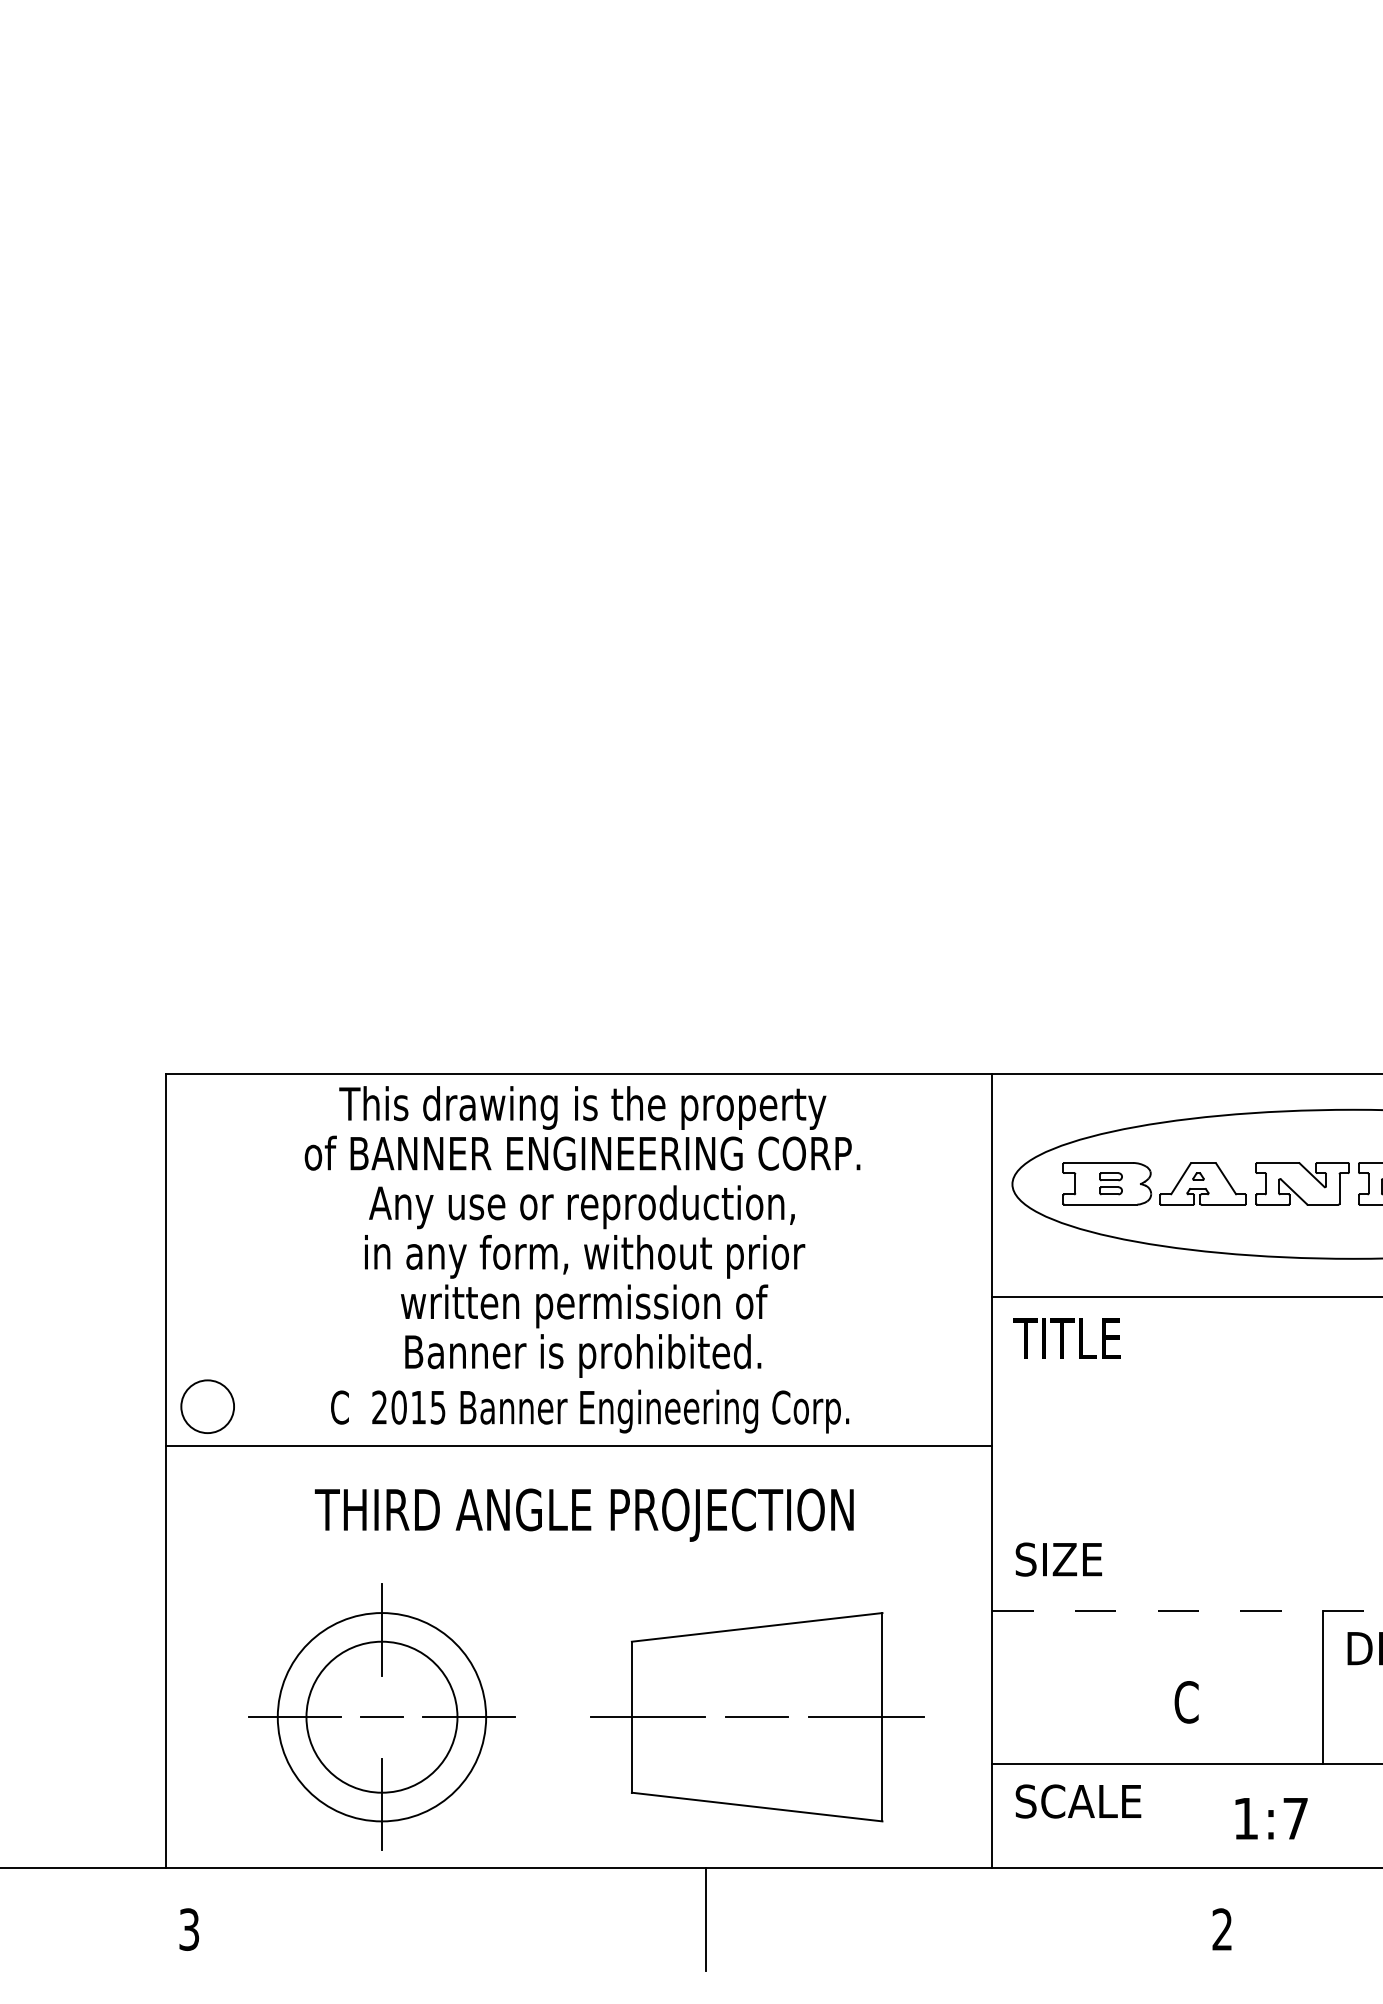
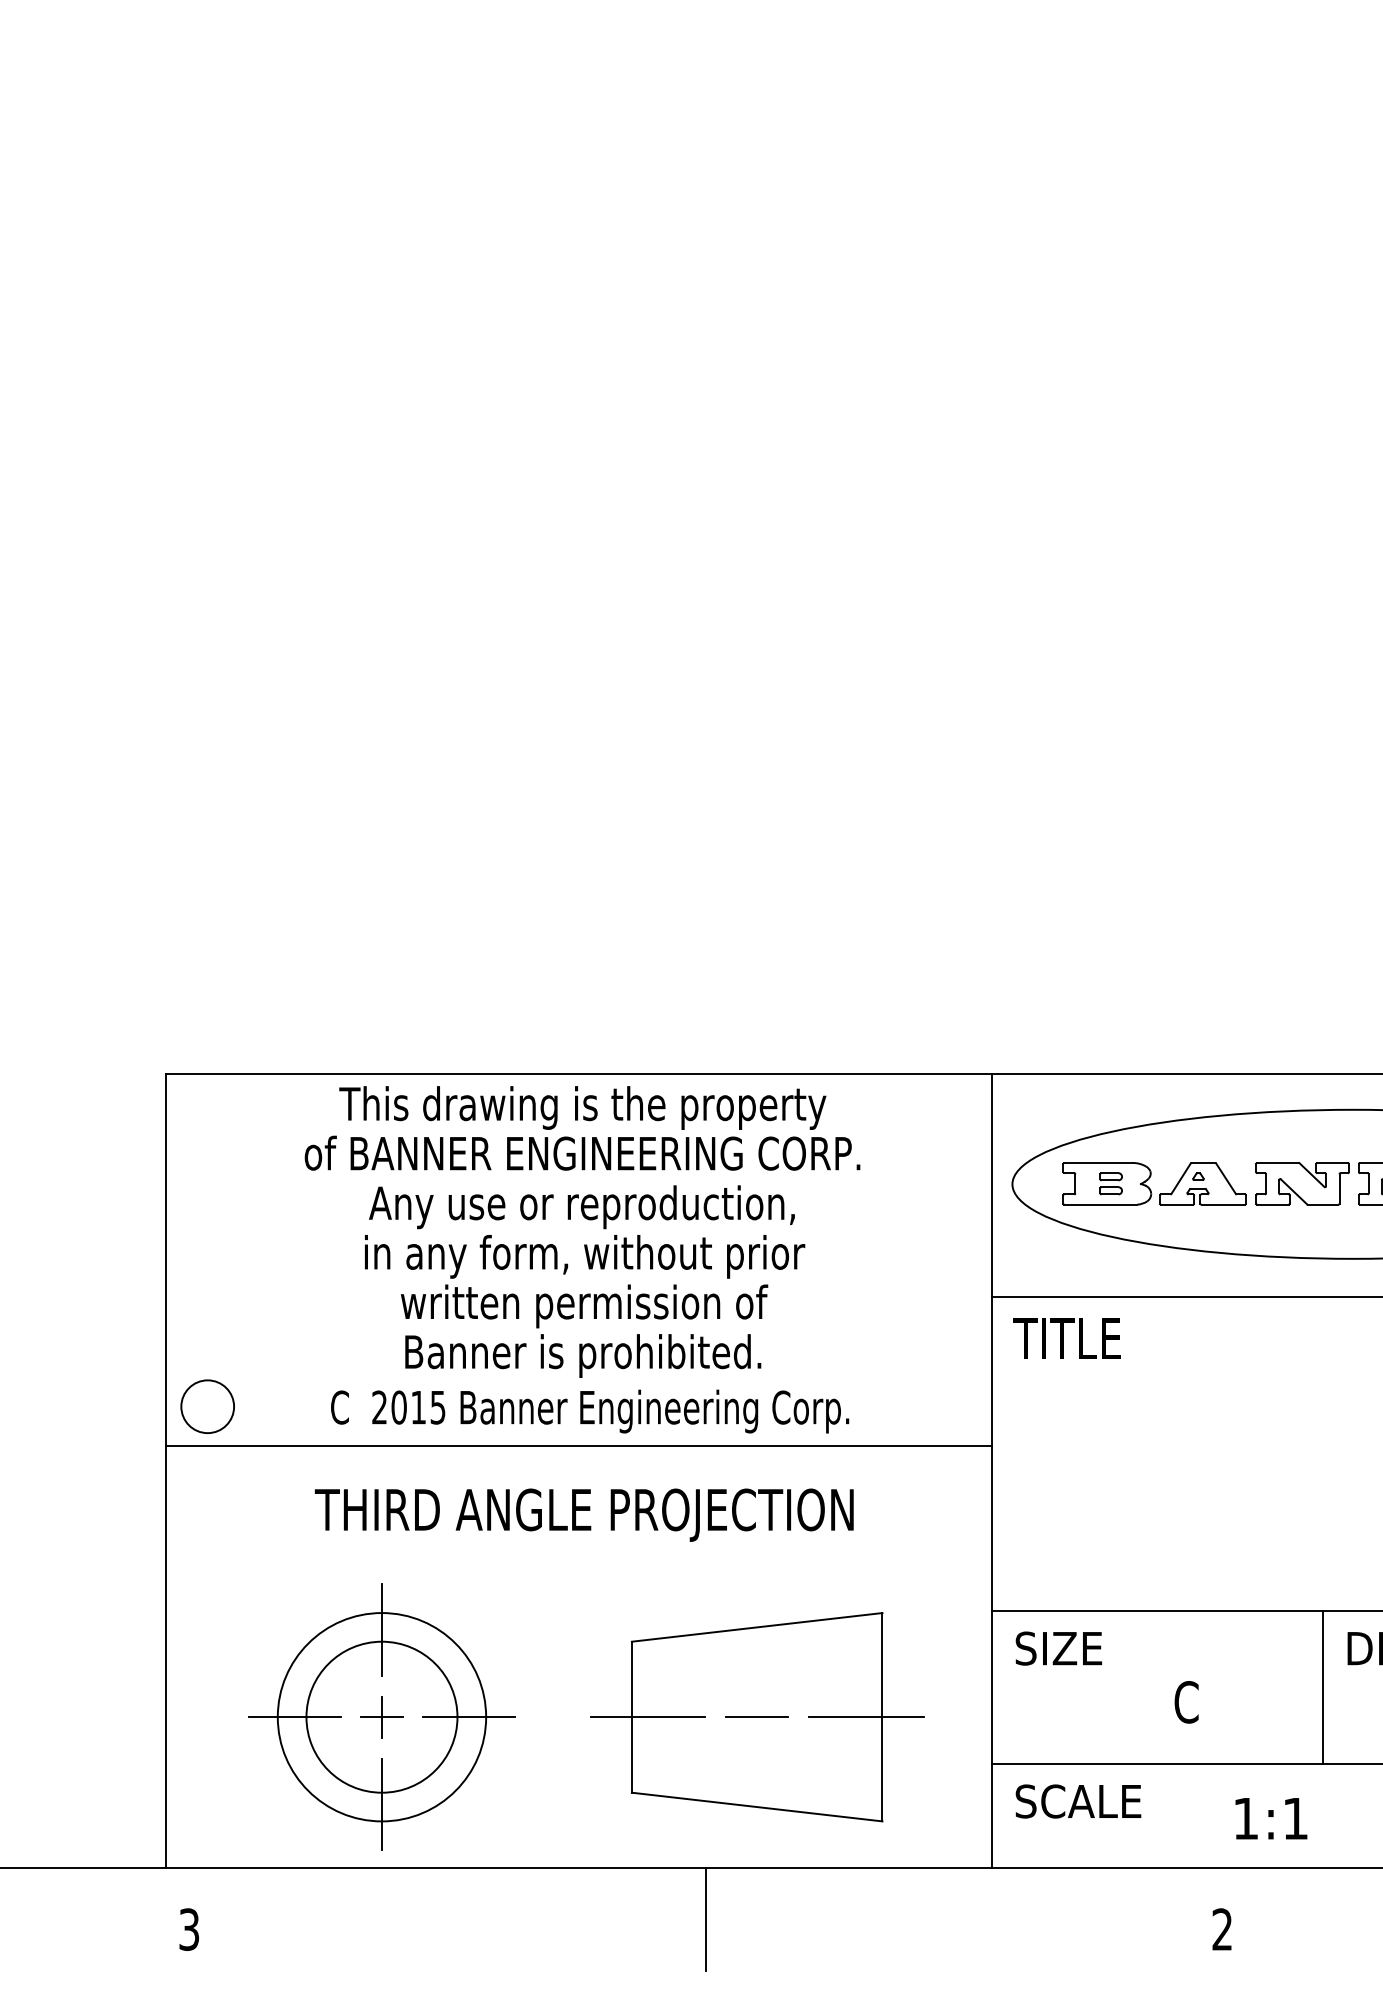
text at (1058, 1559) position: (1058, 1559) -> (1058, 1648)
line at (1187, 1611): dashed -> solid
line at (381, 1716): none -> present
text at (1295, 1818): 1:7 -> 1:1
